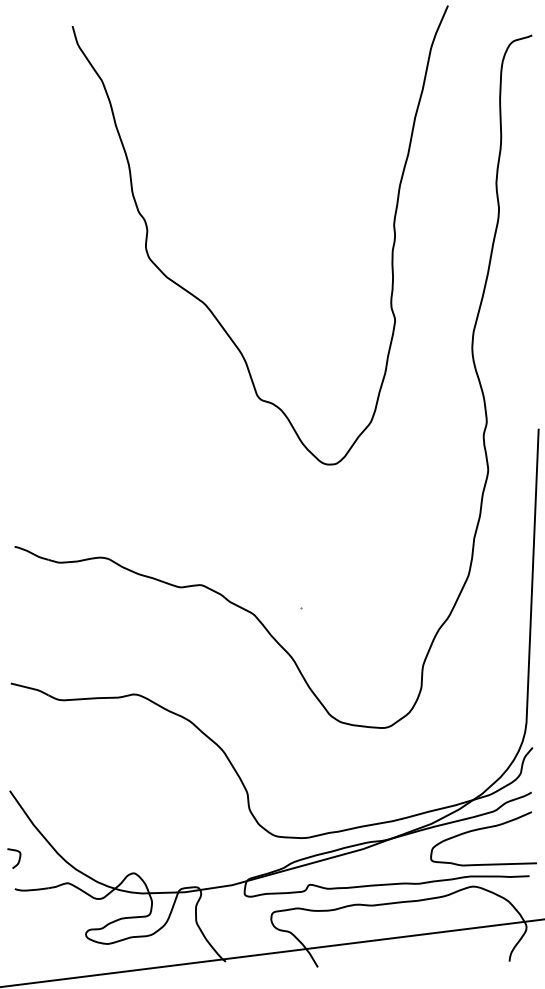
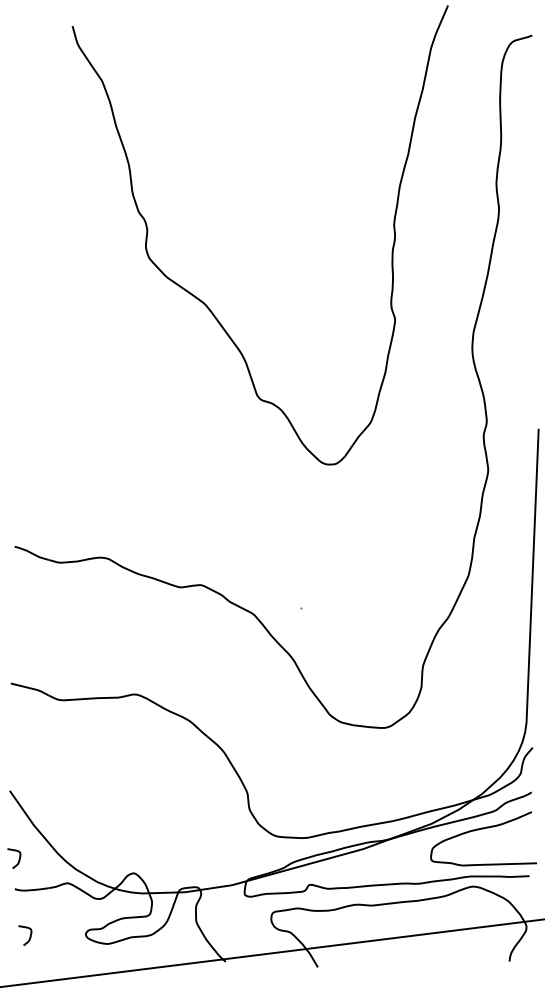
curve at (29, 936): none -> present
